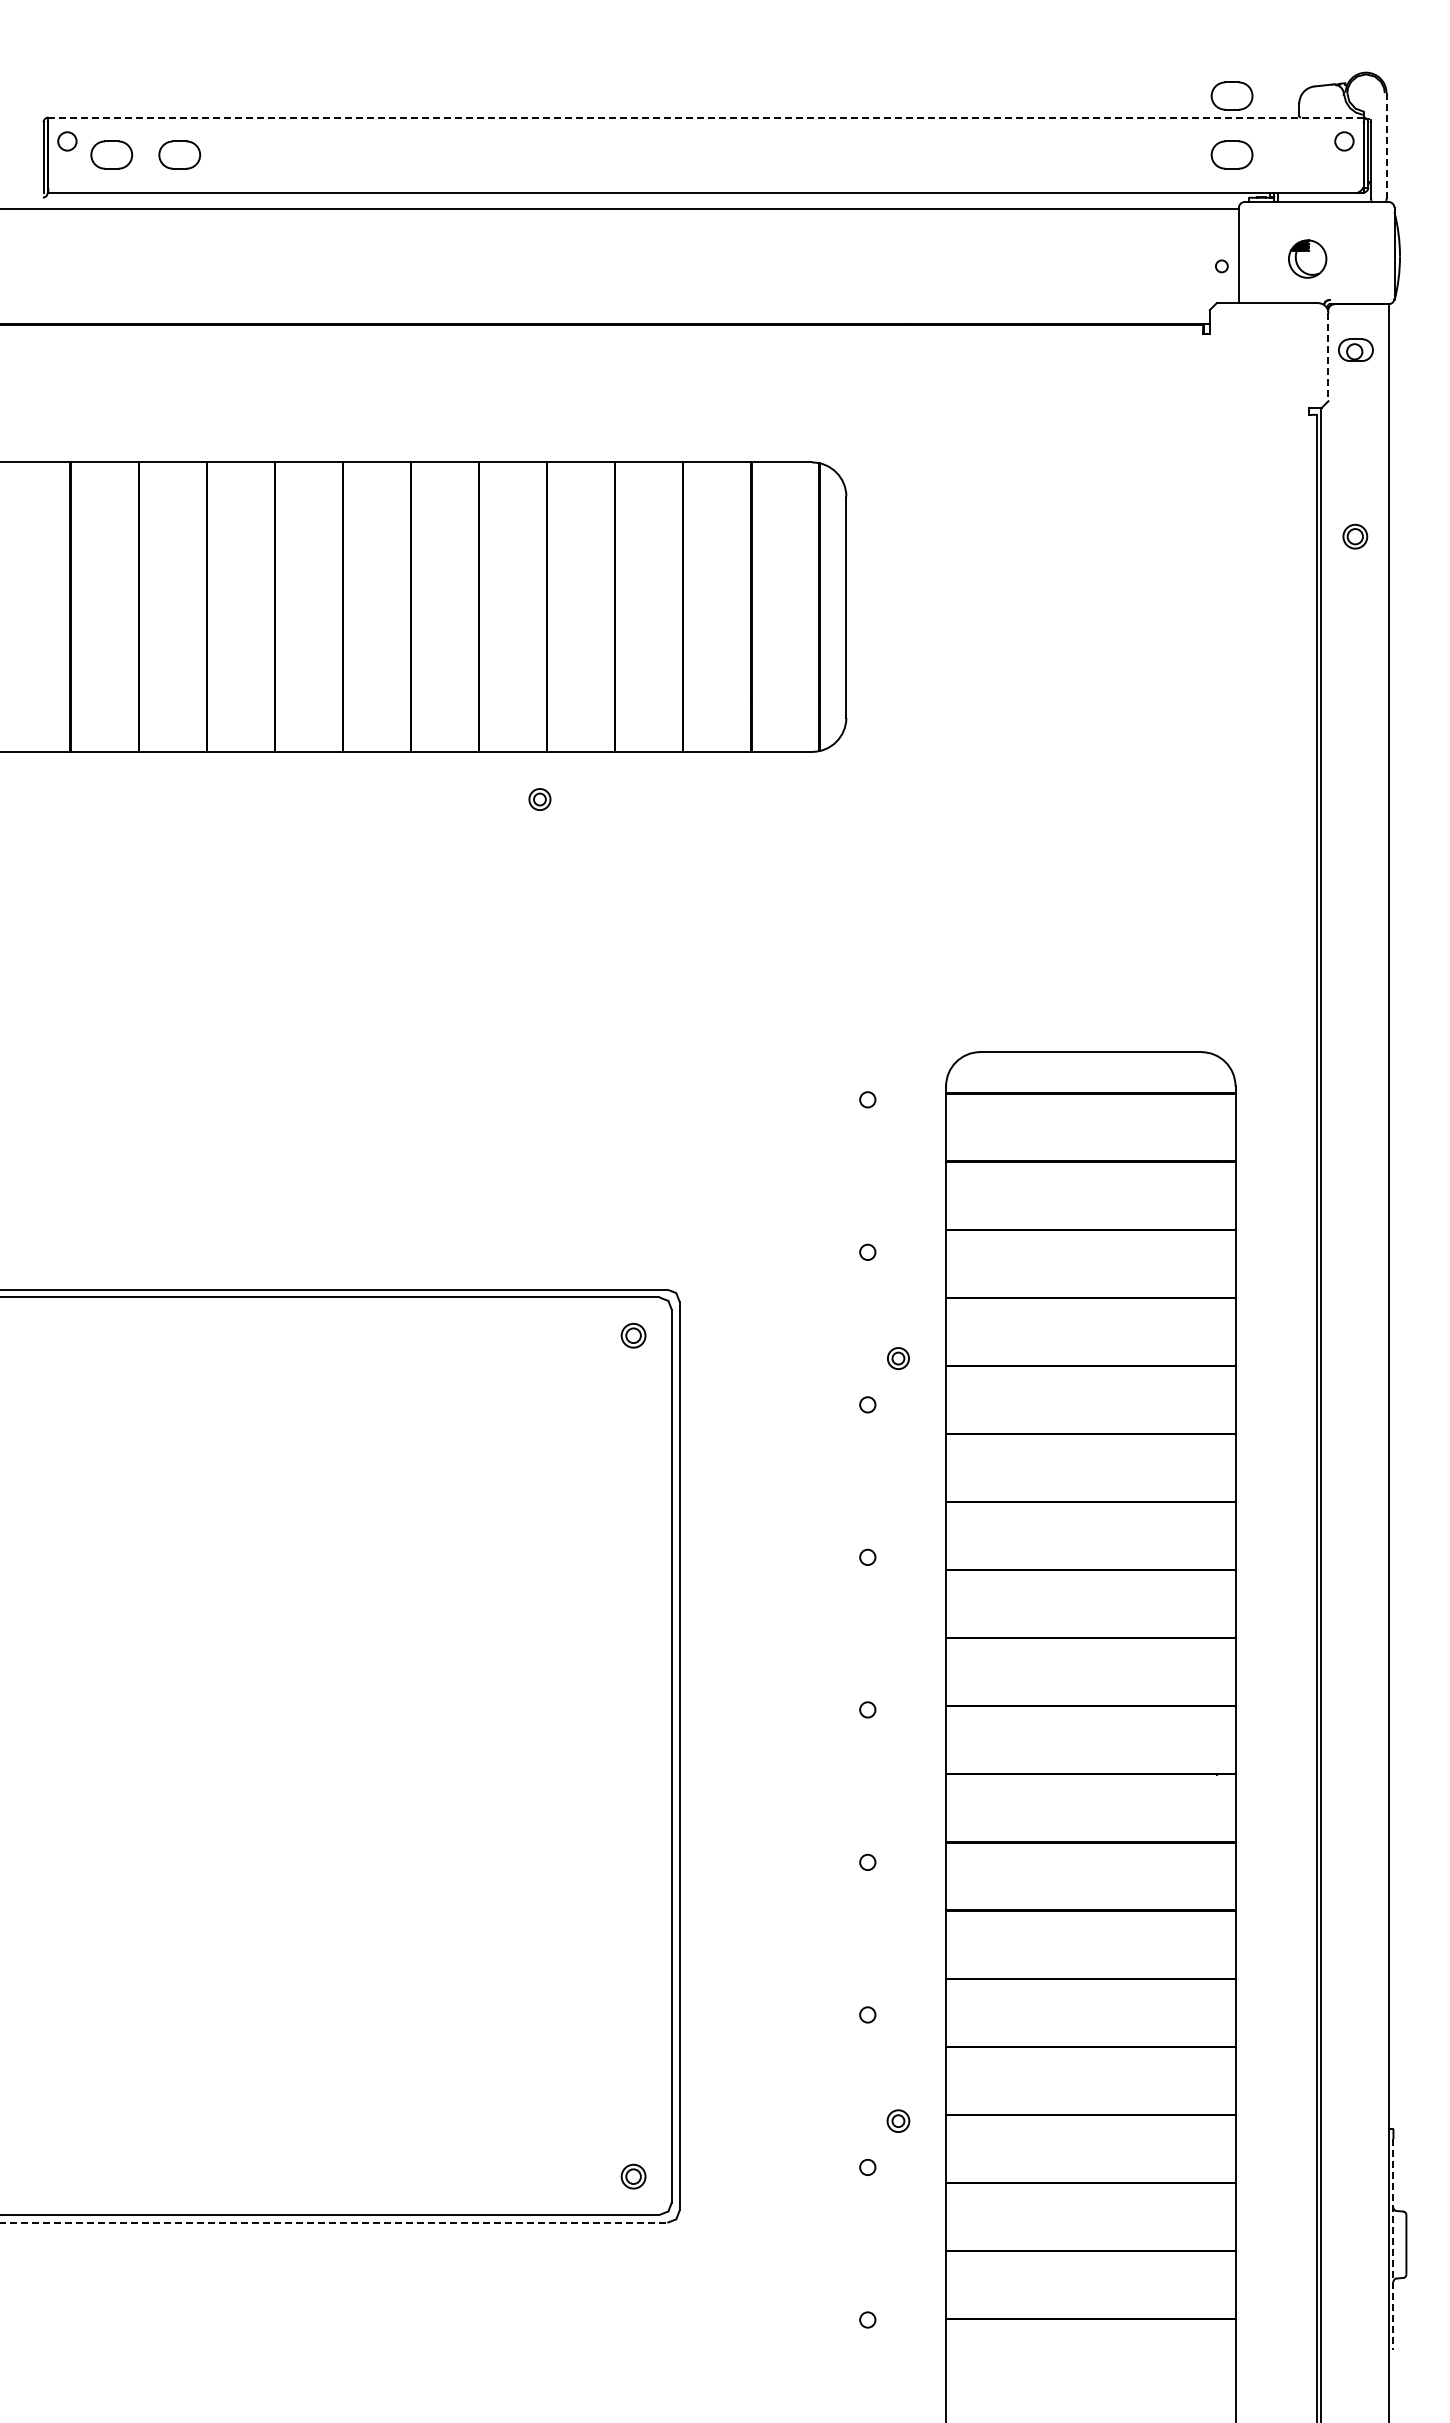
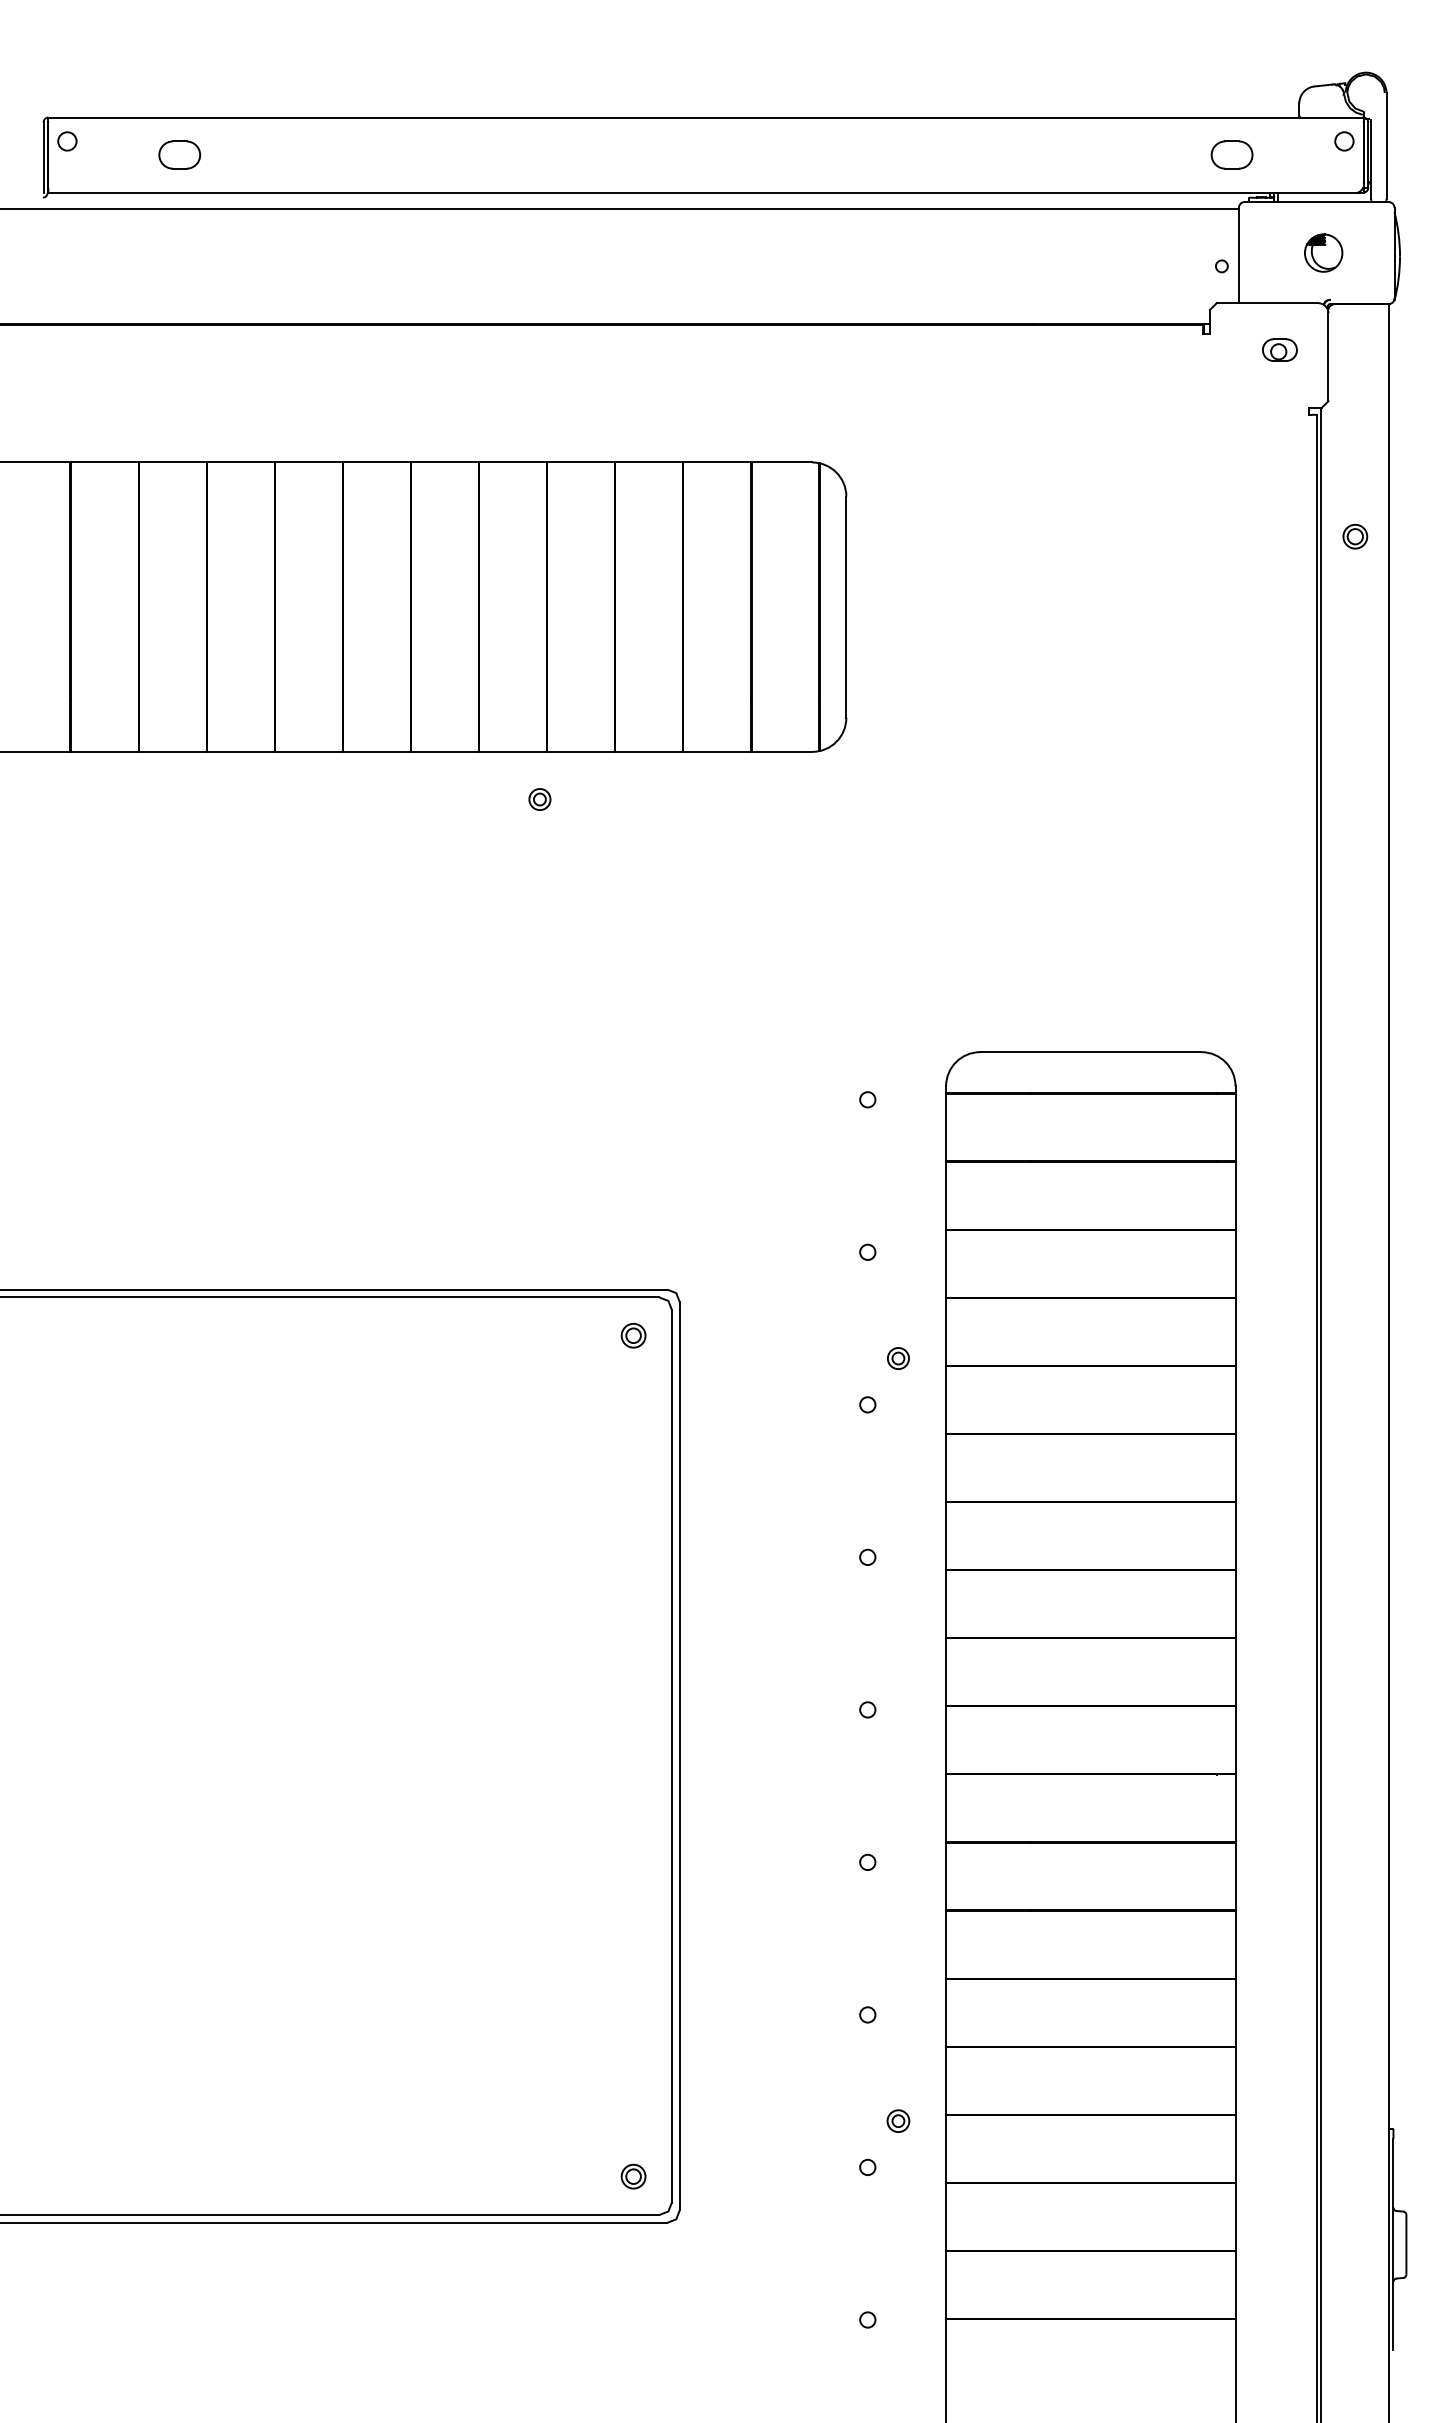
part at (1231, 95): present -> none
line at (705, 117): dashed -> solid
line at (1386, 145): dashed -> solid
part at (111, 154): present -> none
part at (1307, 258) position: (1307, 258) -> (1323, 252)
part at (1355, 349) position: (1355, 349) -> (1279, 349)
line at (1328, 357): dashed -> solid
line at (334, 2222): dashed -> solid
line at (1393, 2244): dashed -> solid
